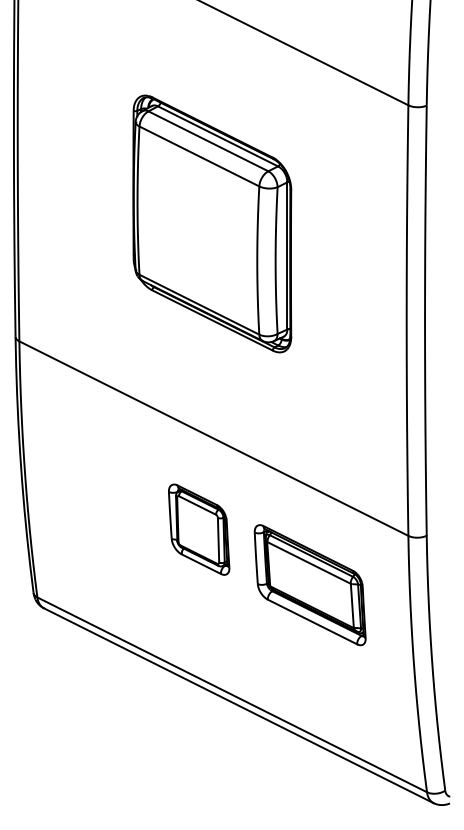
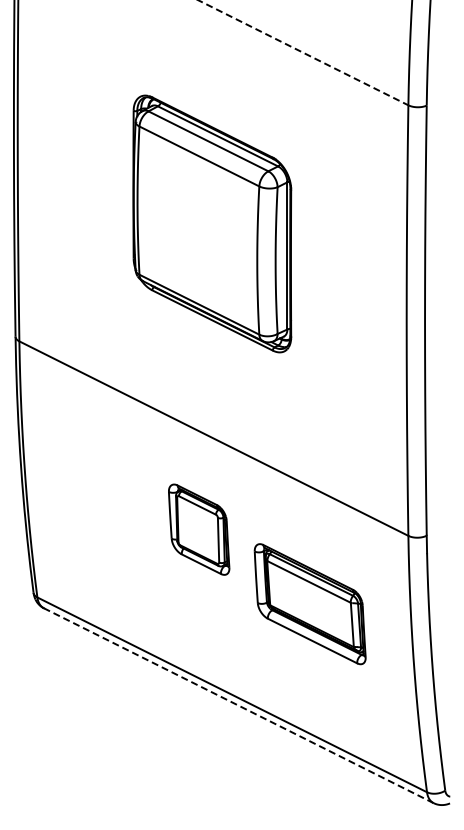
line at (303, 53): solid -> dashed
part at (309, 585) position: (309, 585) -> (309, 604)
line at (238, 705): solid -> dashed
